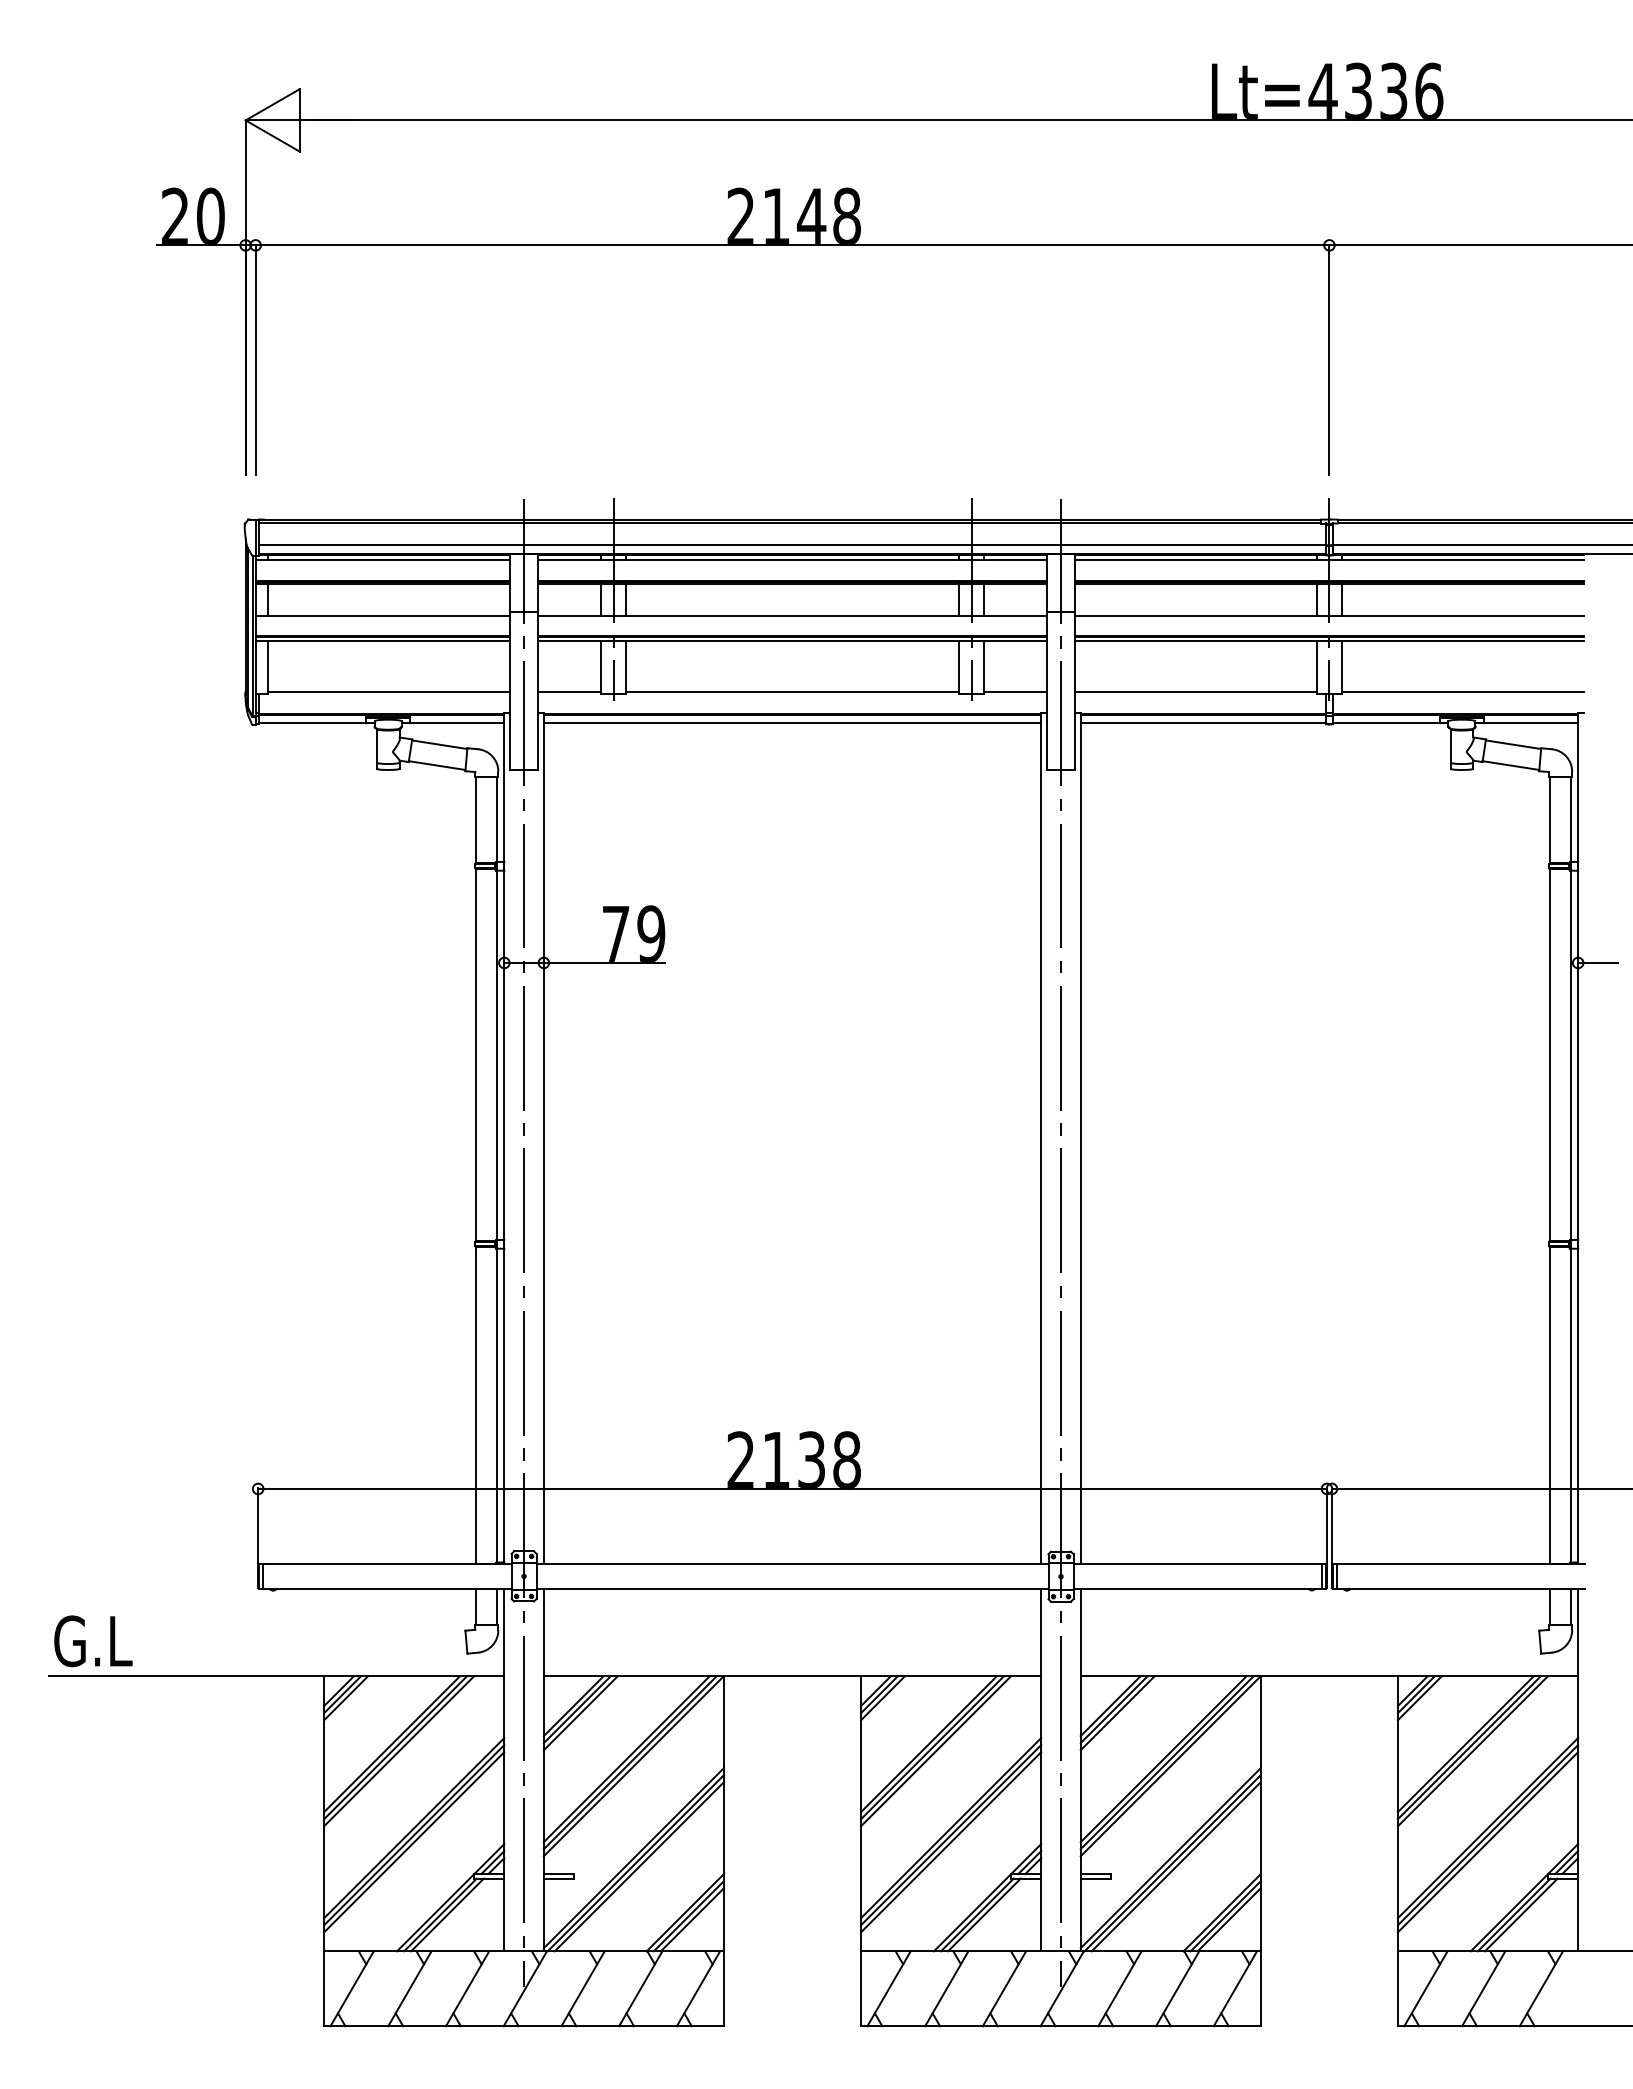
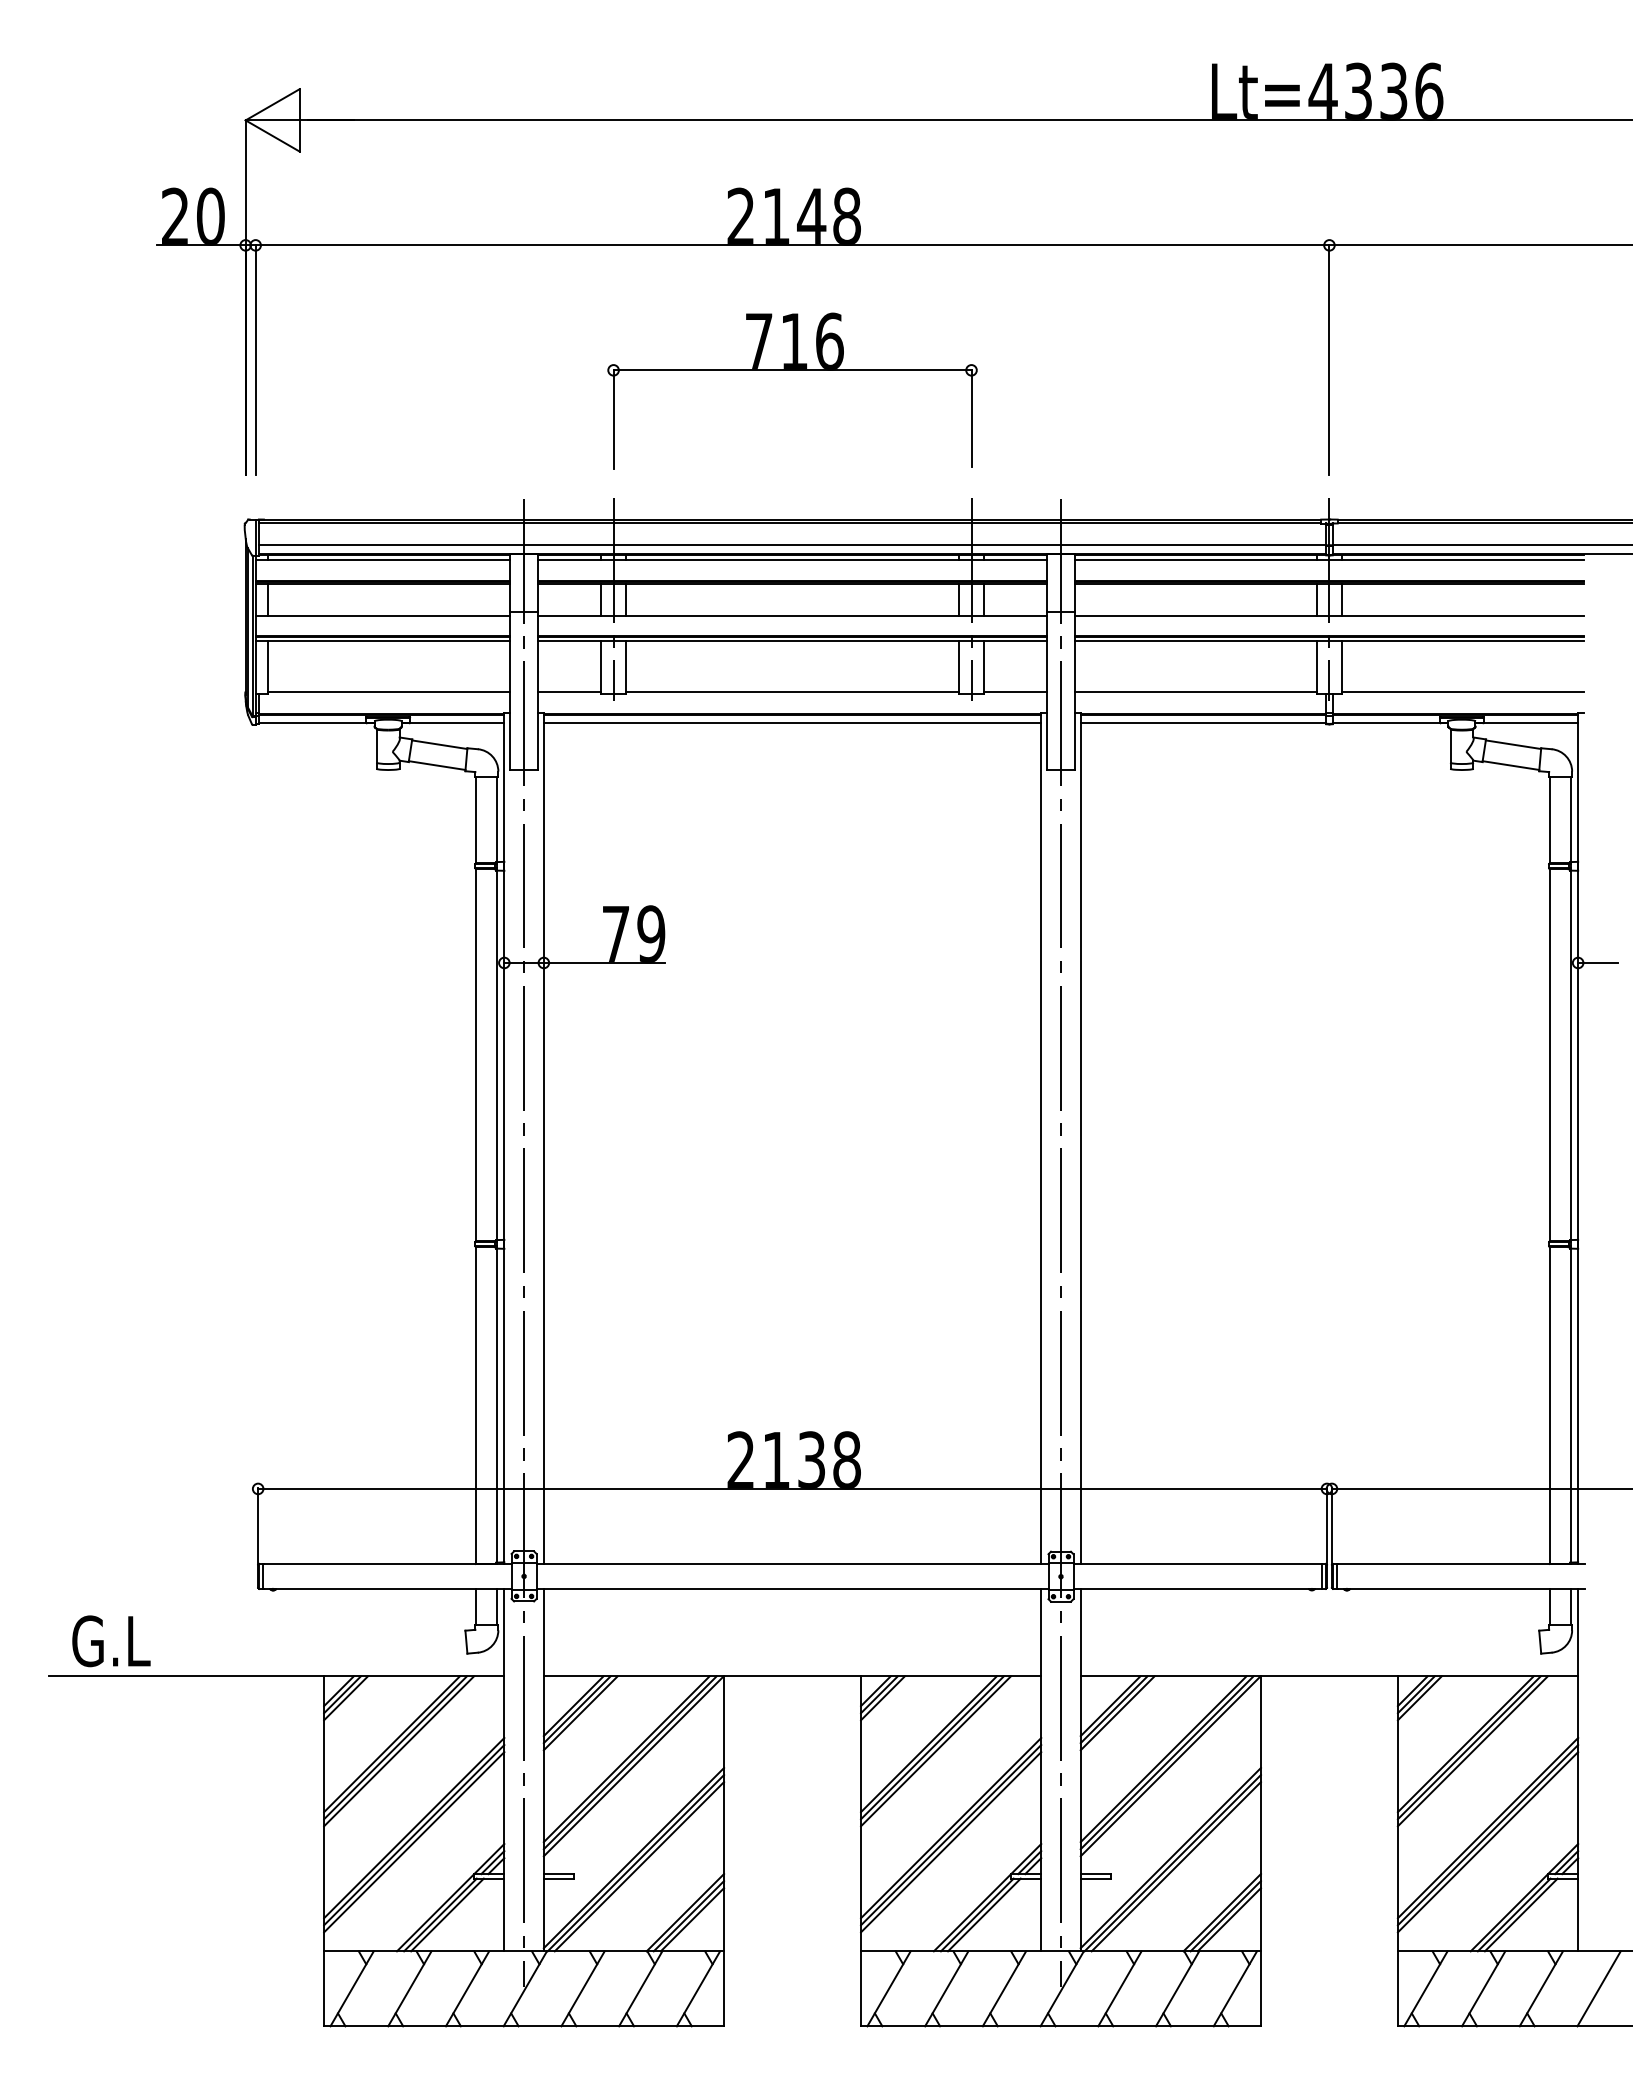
part at (792, 370): none -> present
text at (93, 1641) position: (93, 1641) -> (111, 1641)
line at (1598, 1988): none -> present
